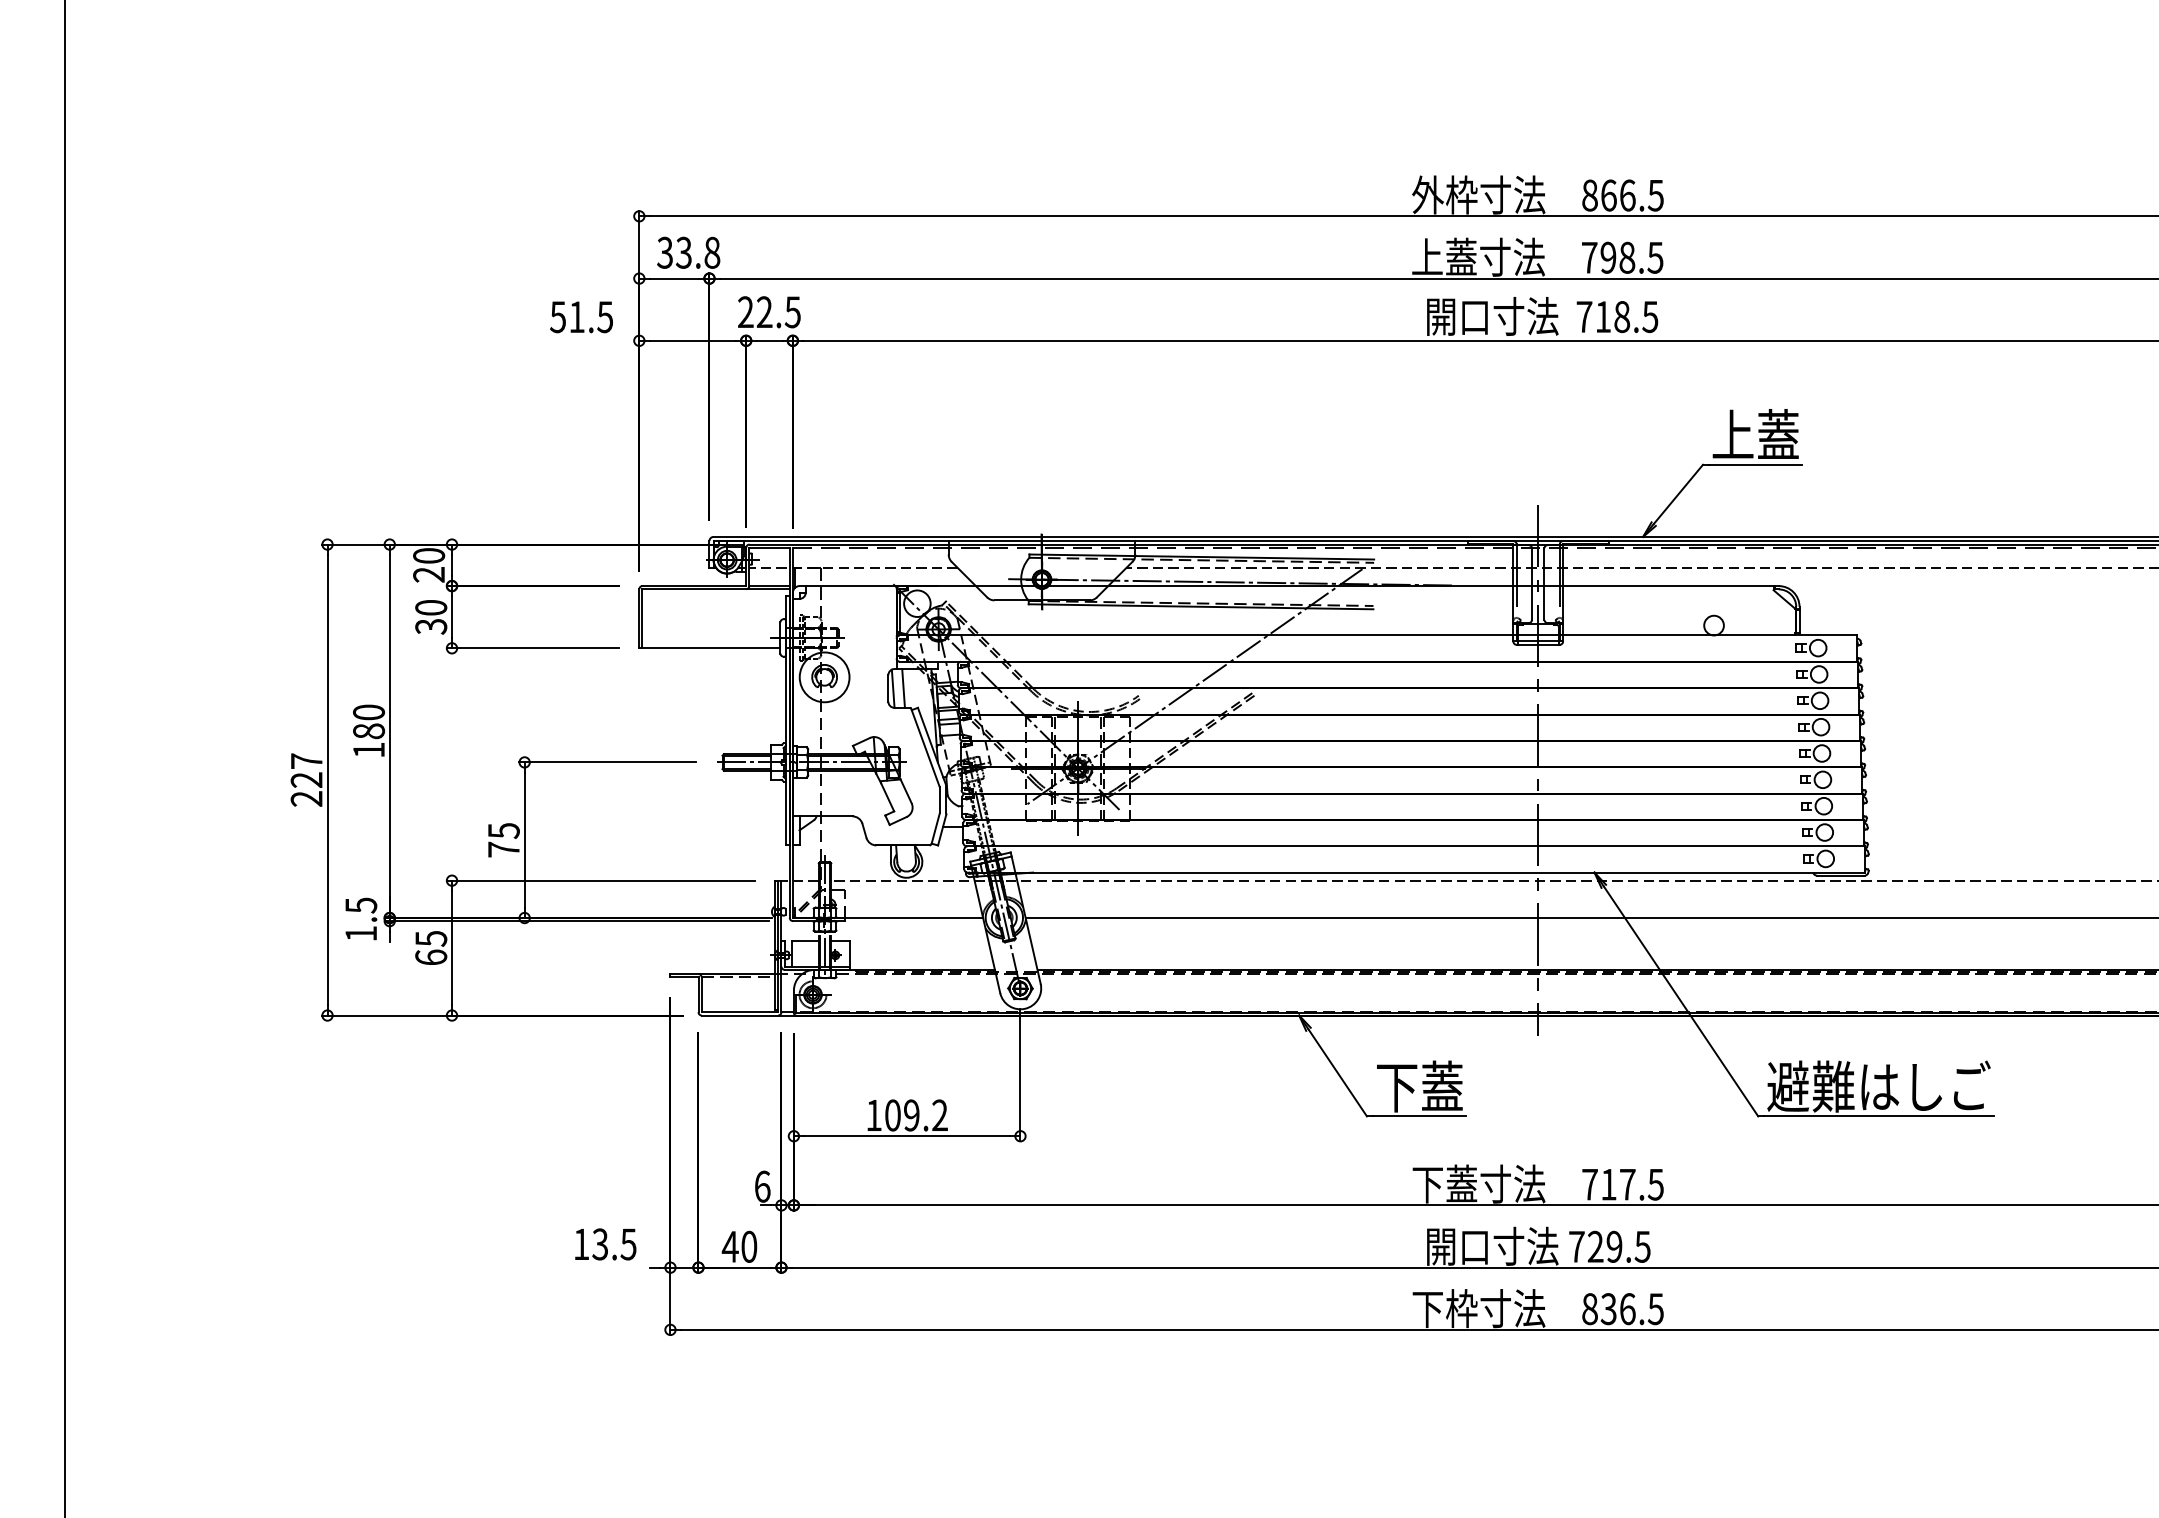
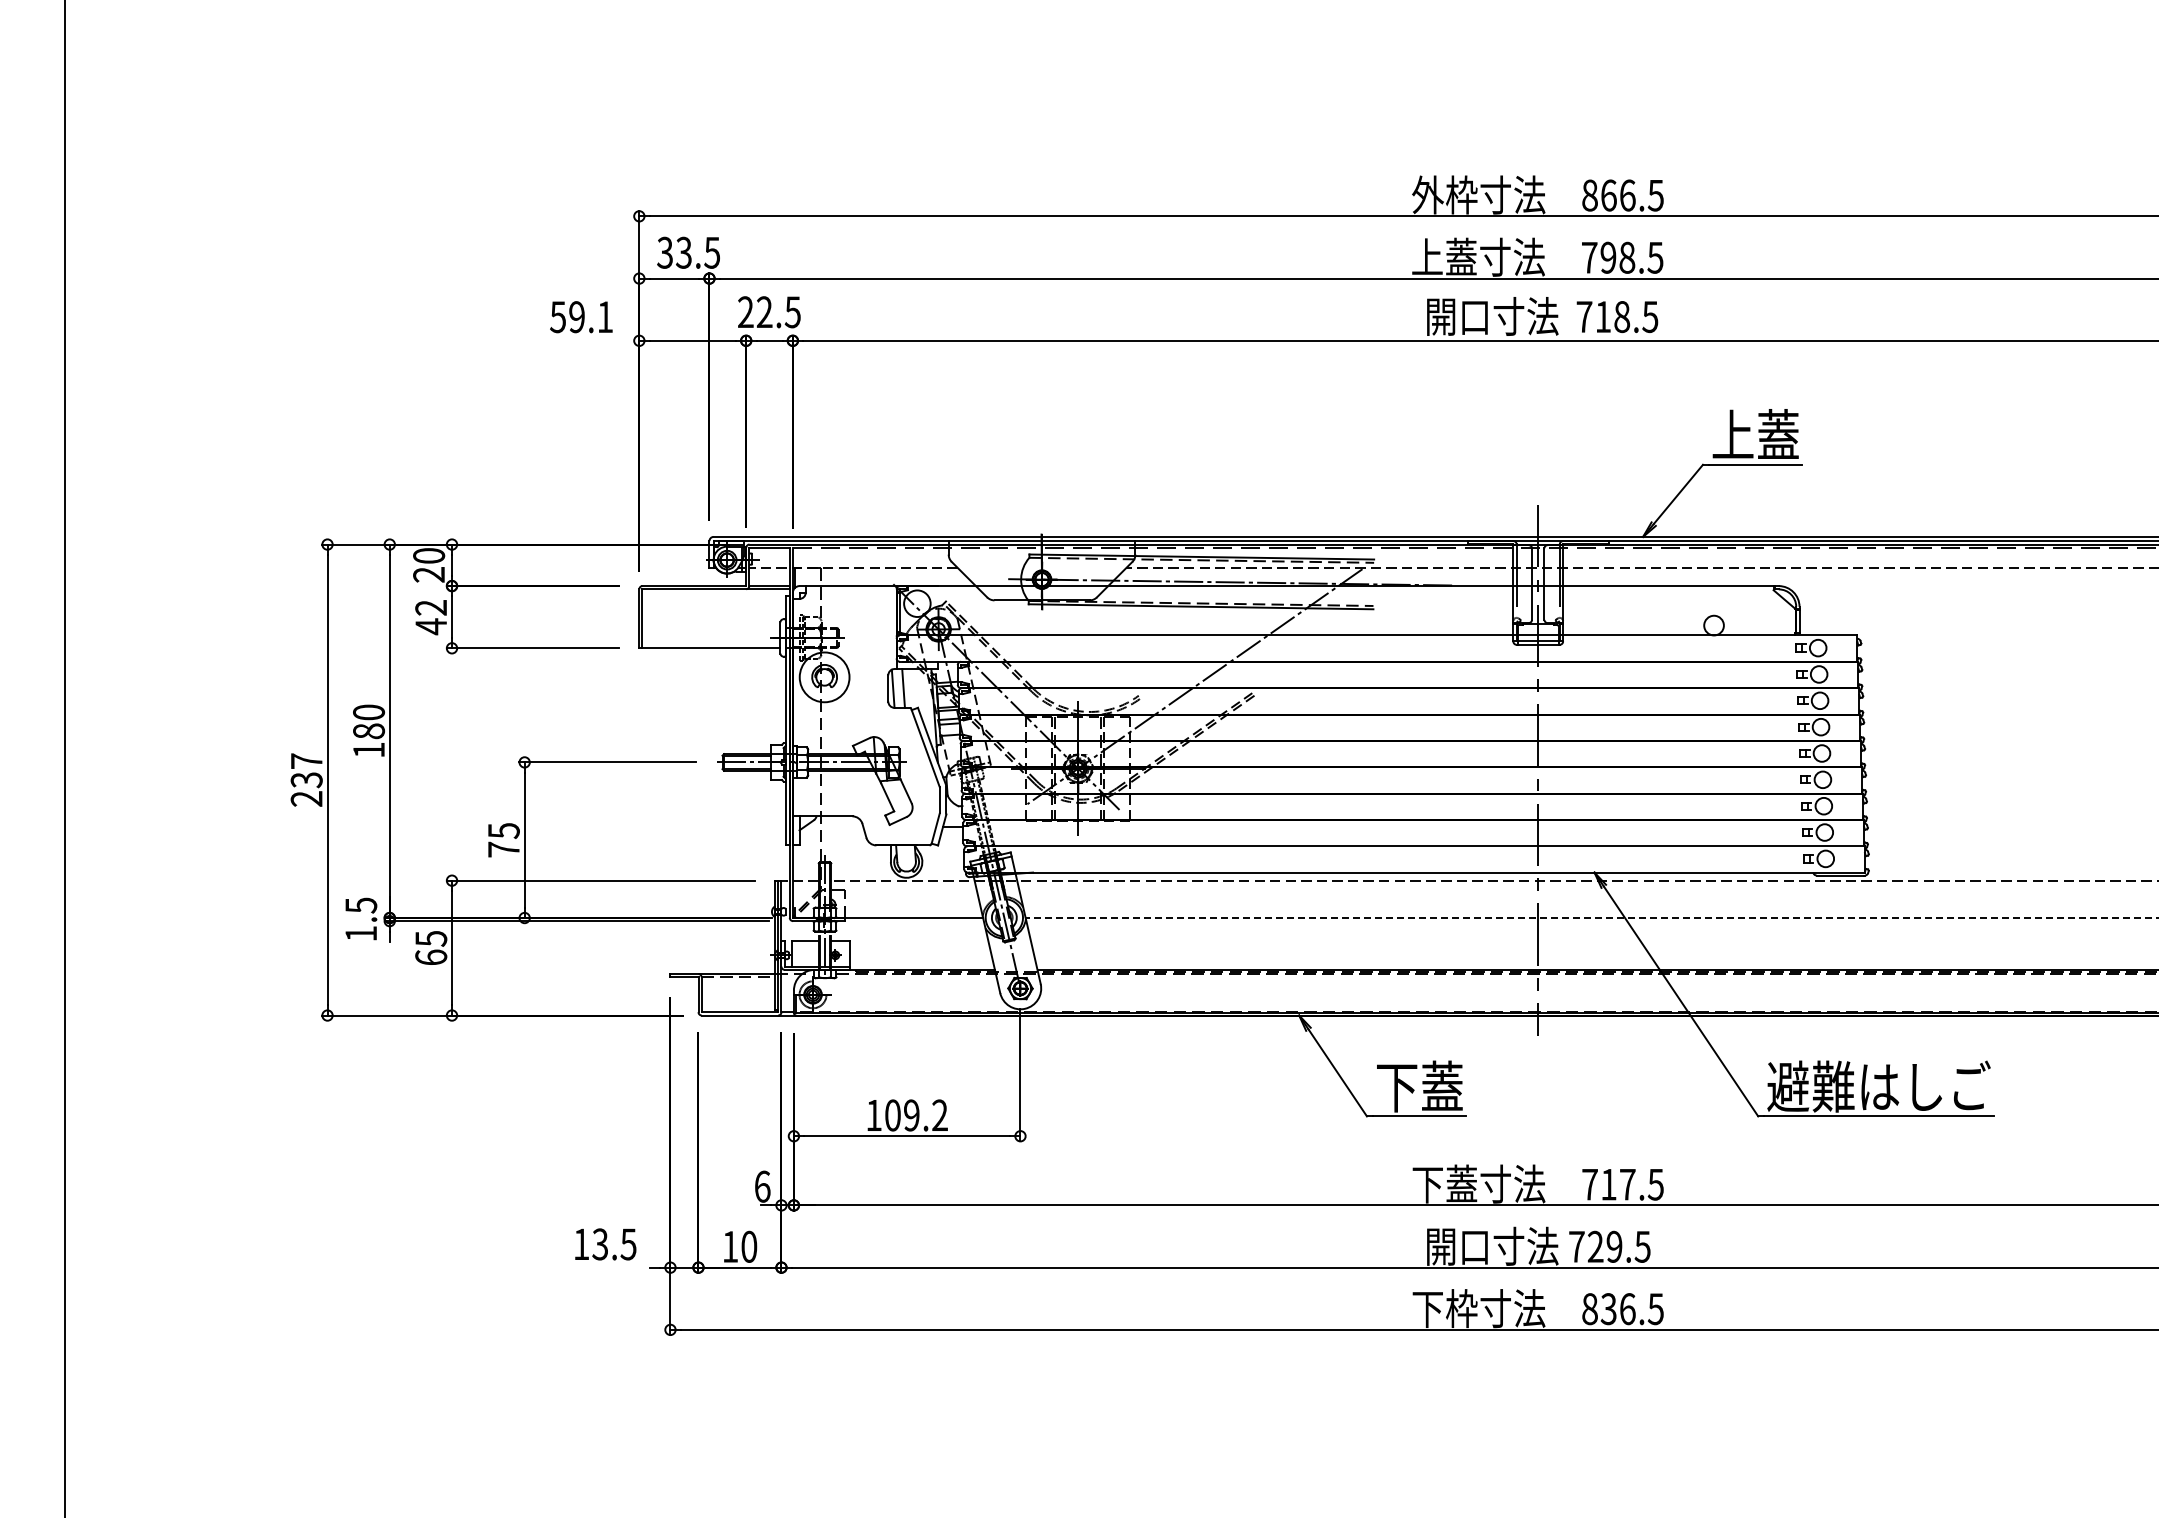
text at (712, 252): 33.8 -> 33.5
text at (590, 317): 51.5 -> 59.1
text at (431, 617): 30 -> 42
text at (306, 780): 227 -> 237
line at (1591, 918): solid -> dashed
text at (729, 1246): 40 -> 10
